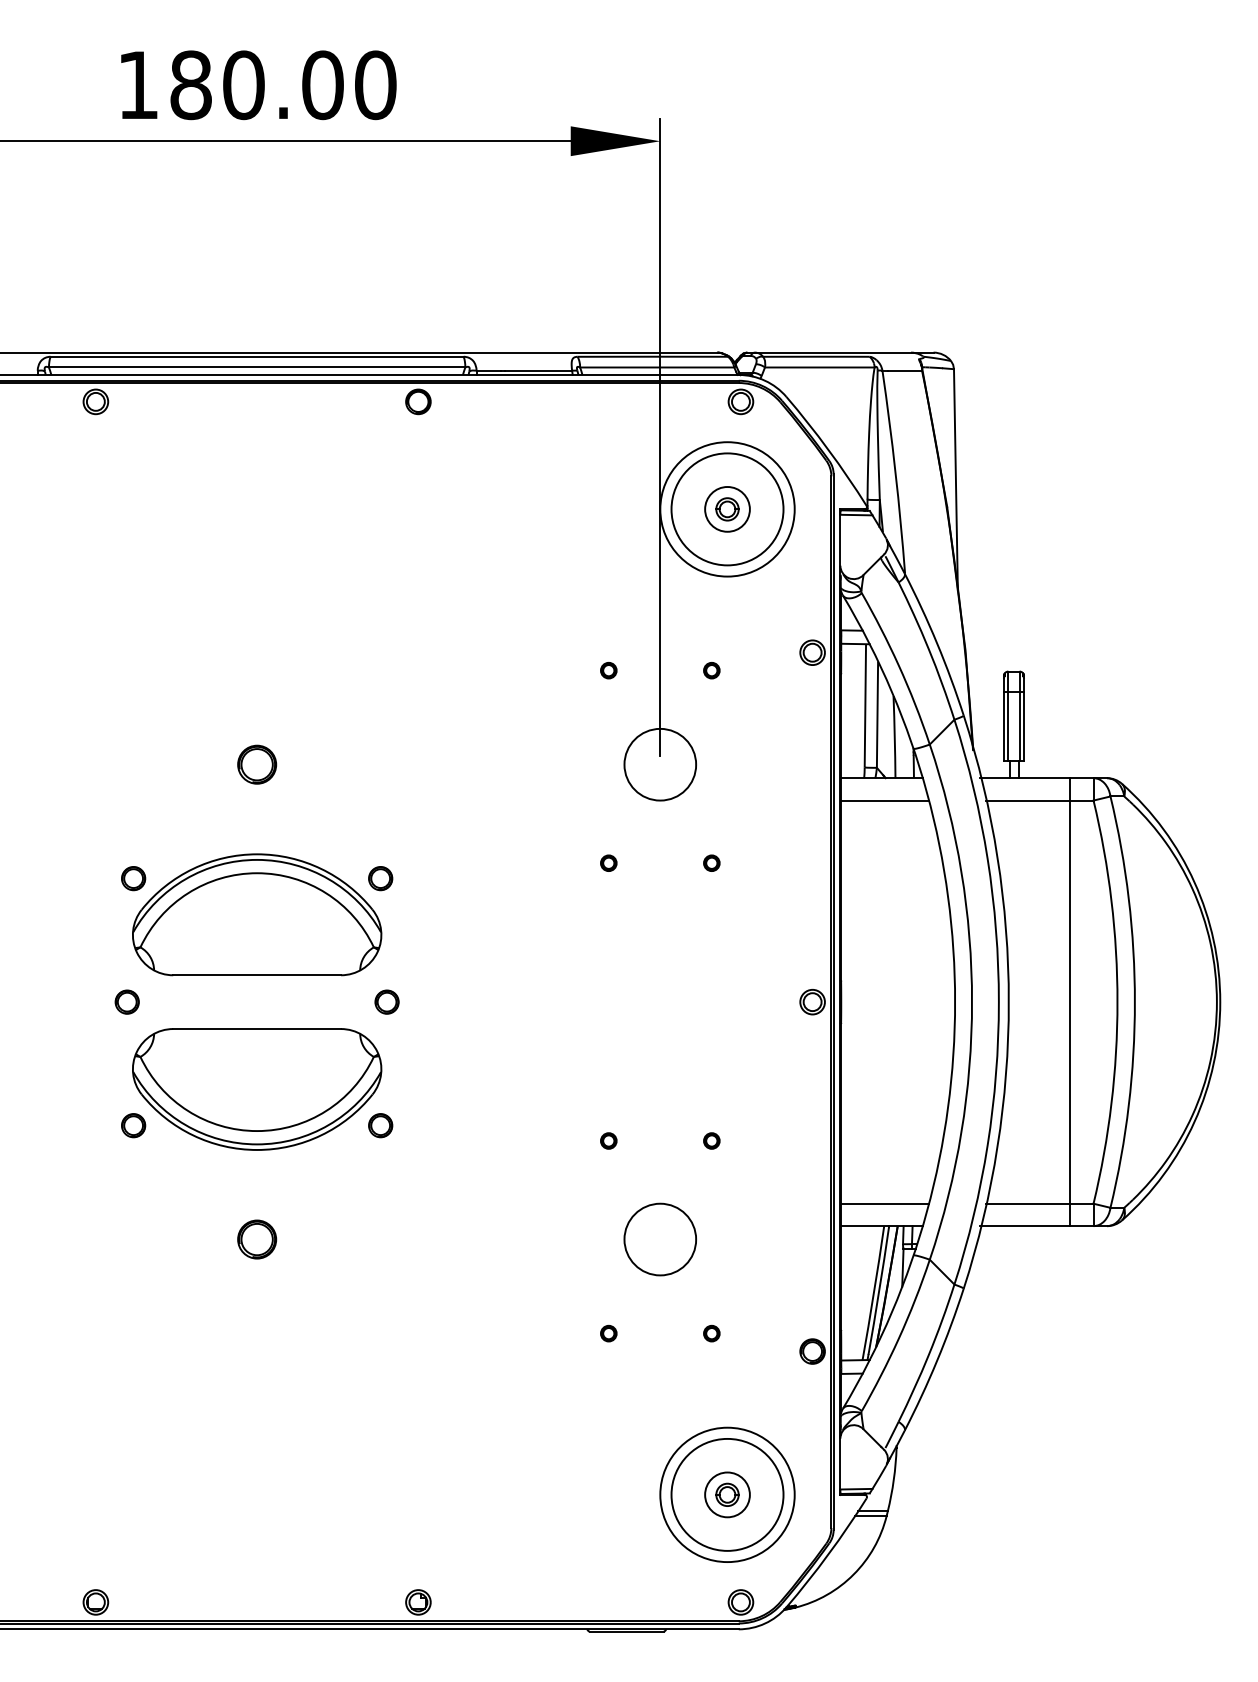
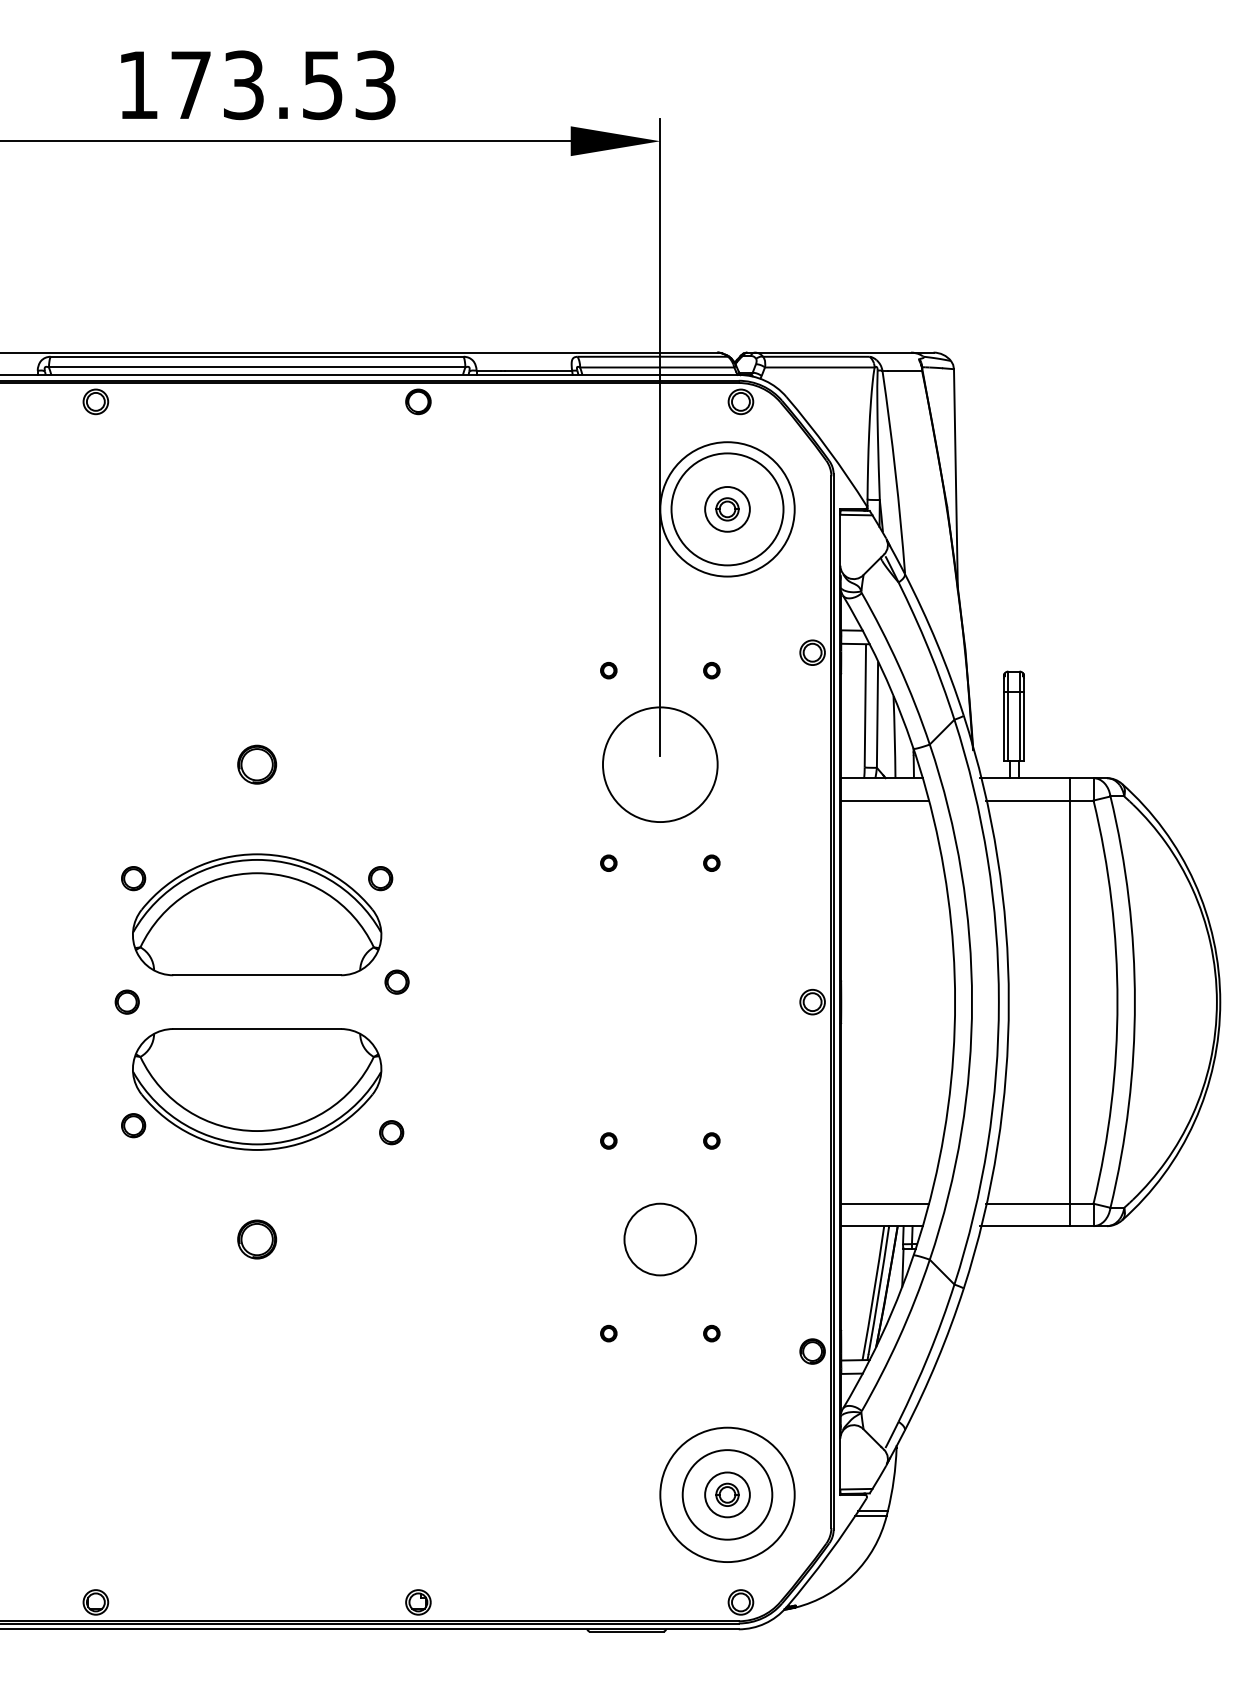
text at (283, 85): 180.00 -> 173.53
circle at (660, 764) diameter: 72 px -> 115 px
part at (386, 1001) position: (386, 1001) -> (396, 981)
part at (380, 1125) position: (380, 1125) -> (391, 1132)
circle at (727, 1494) diameter: 112 px -> 90 px
